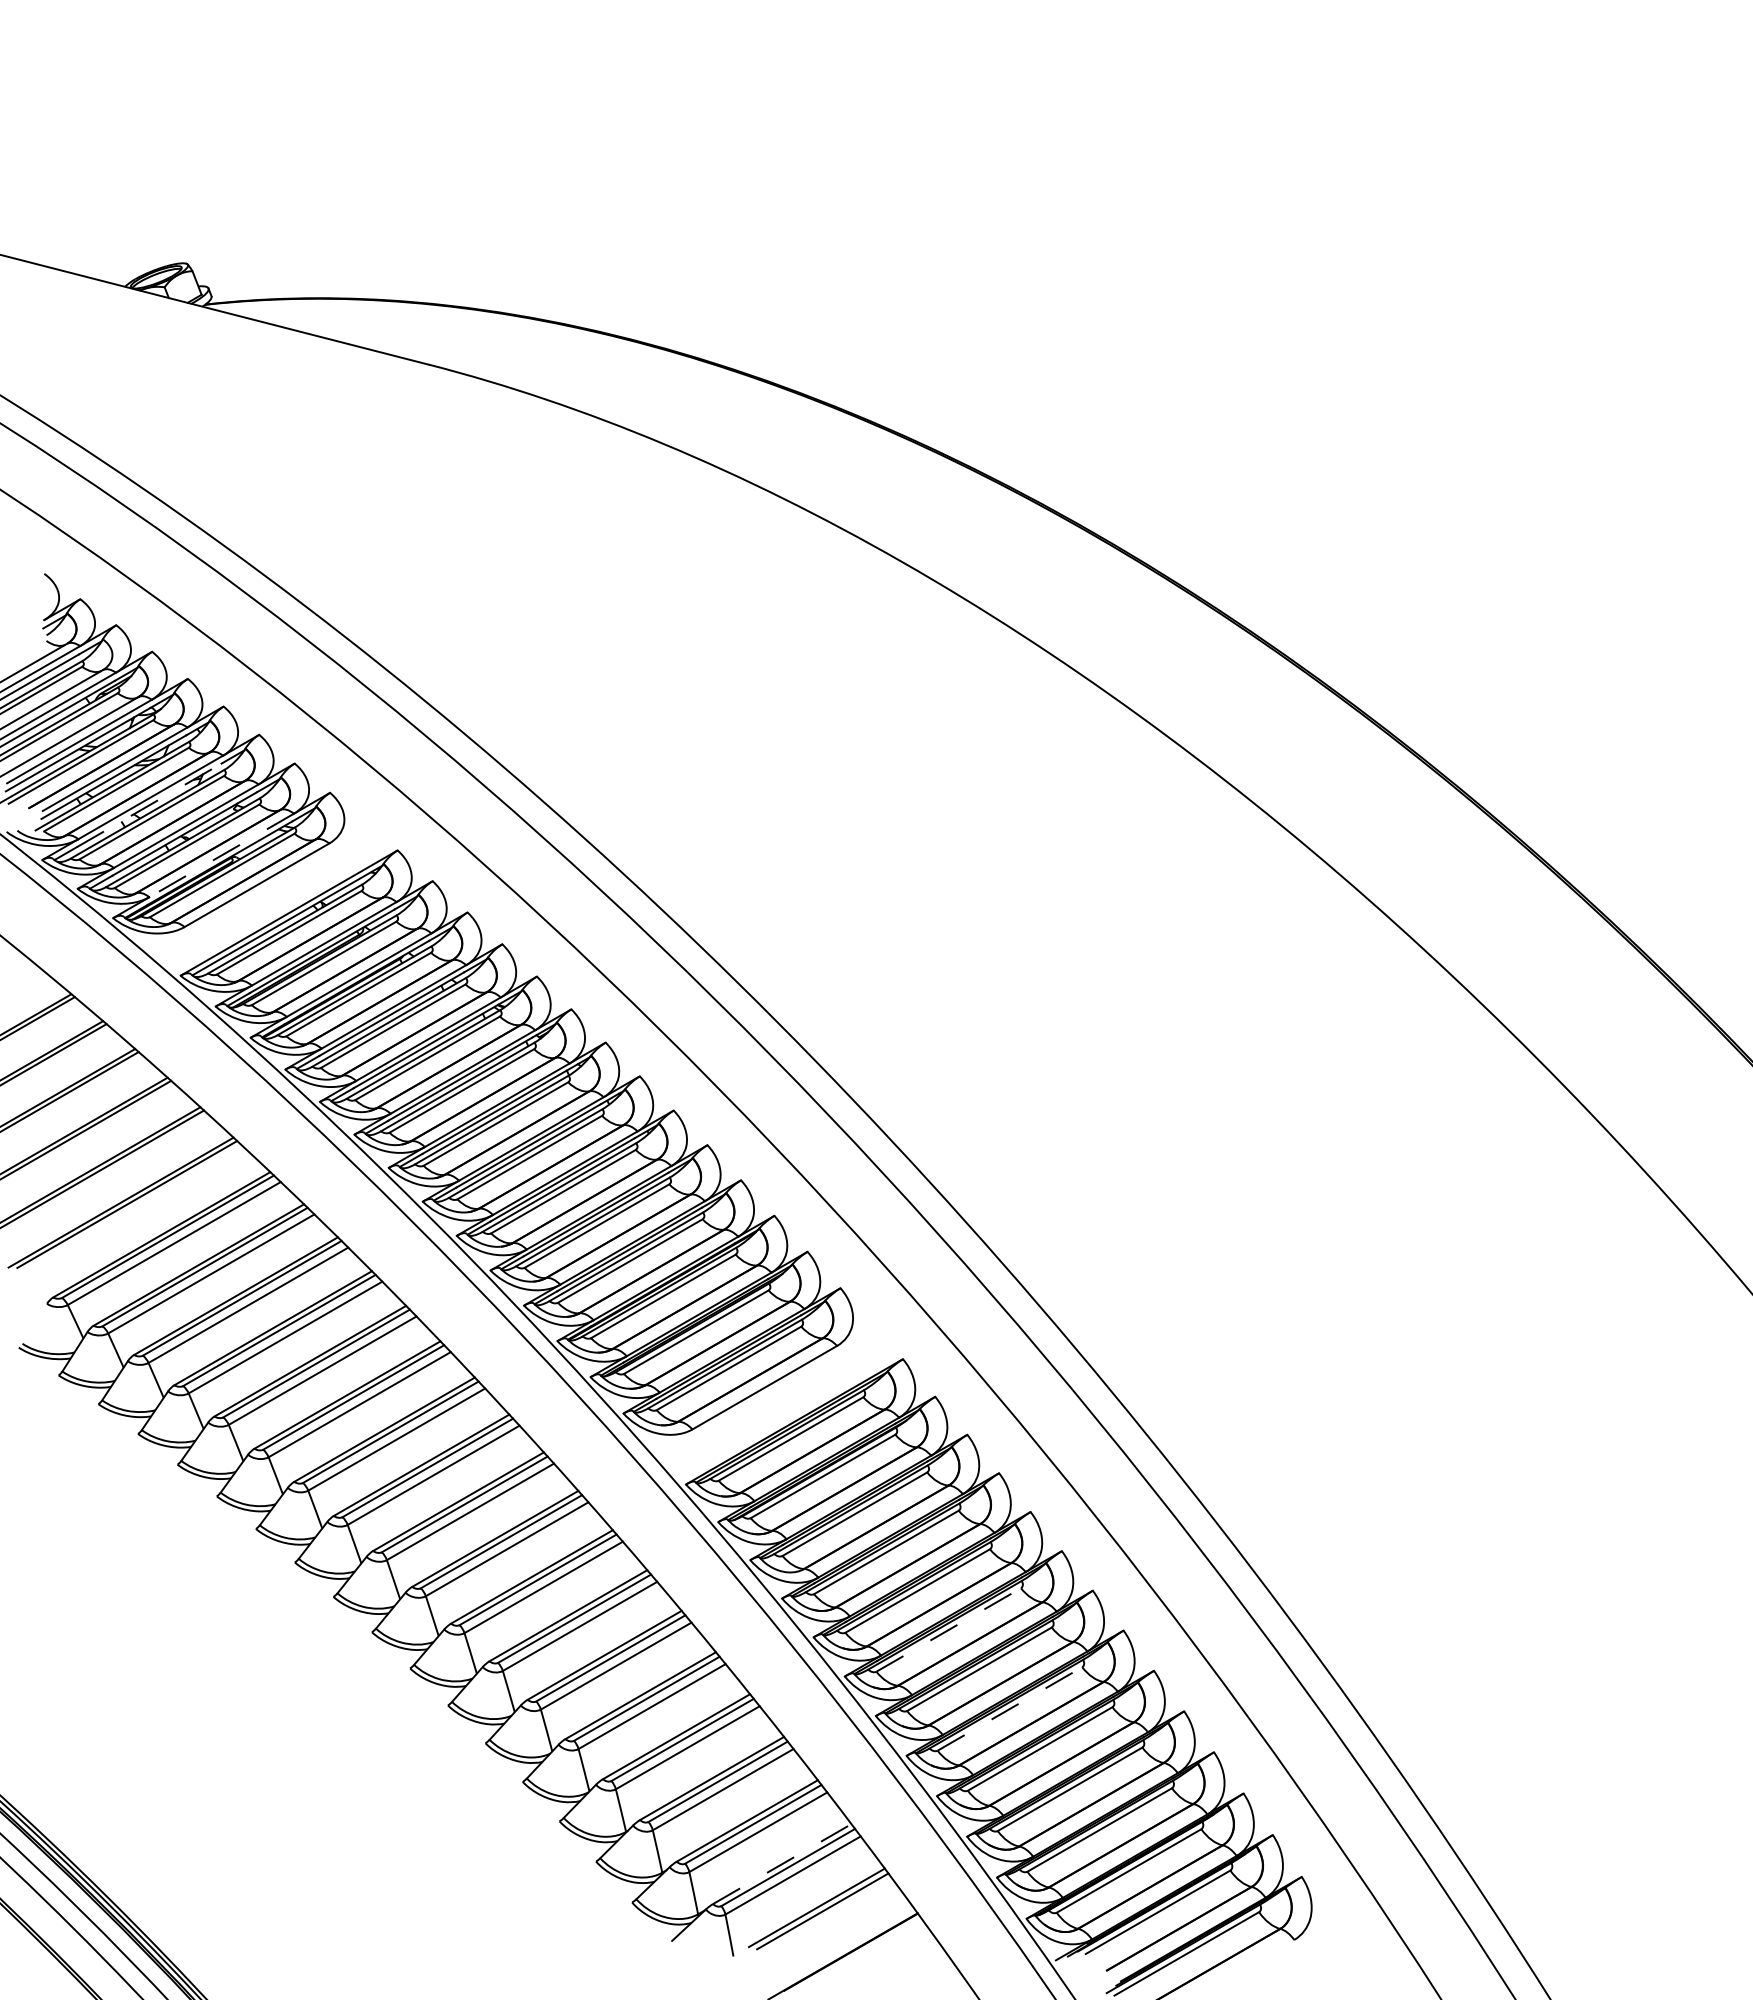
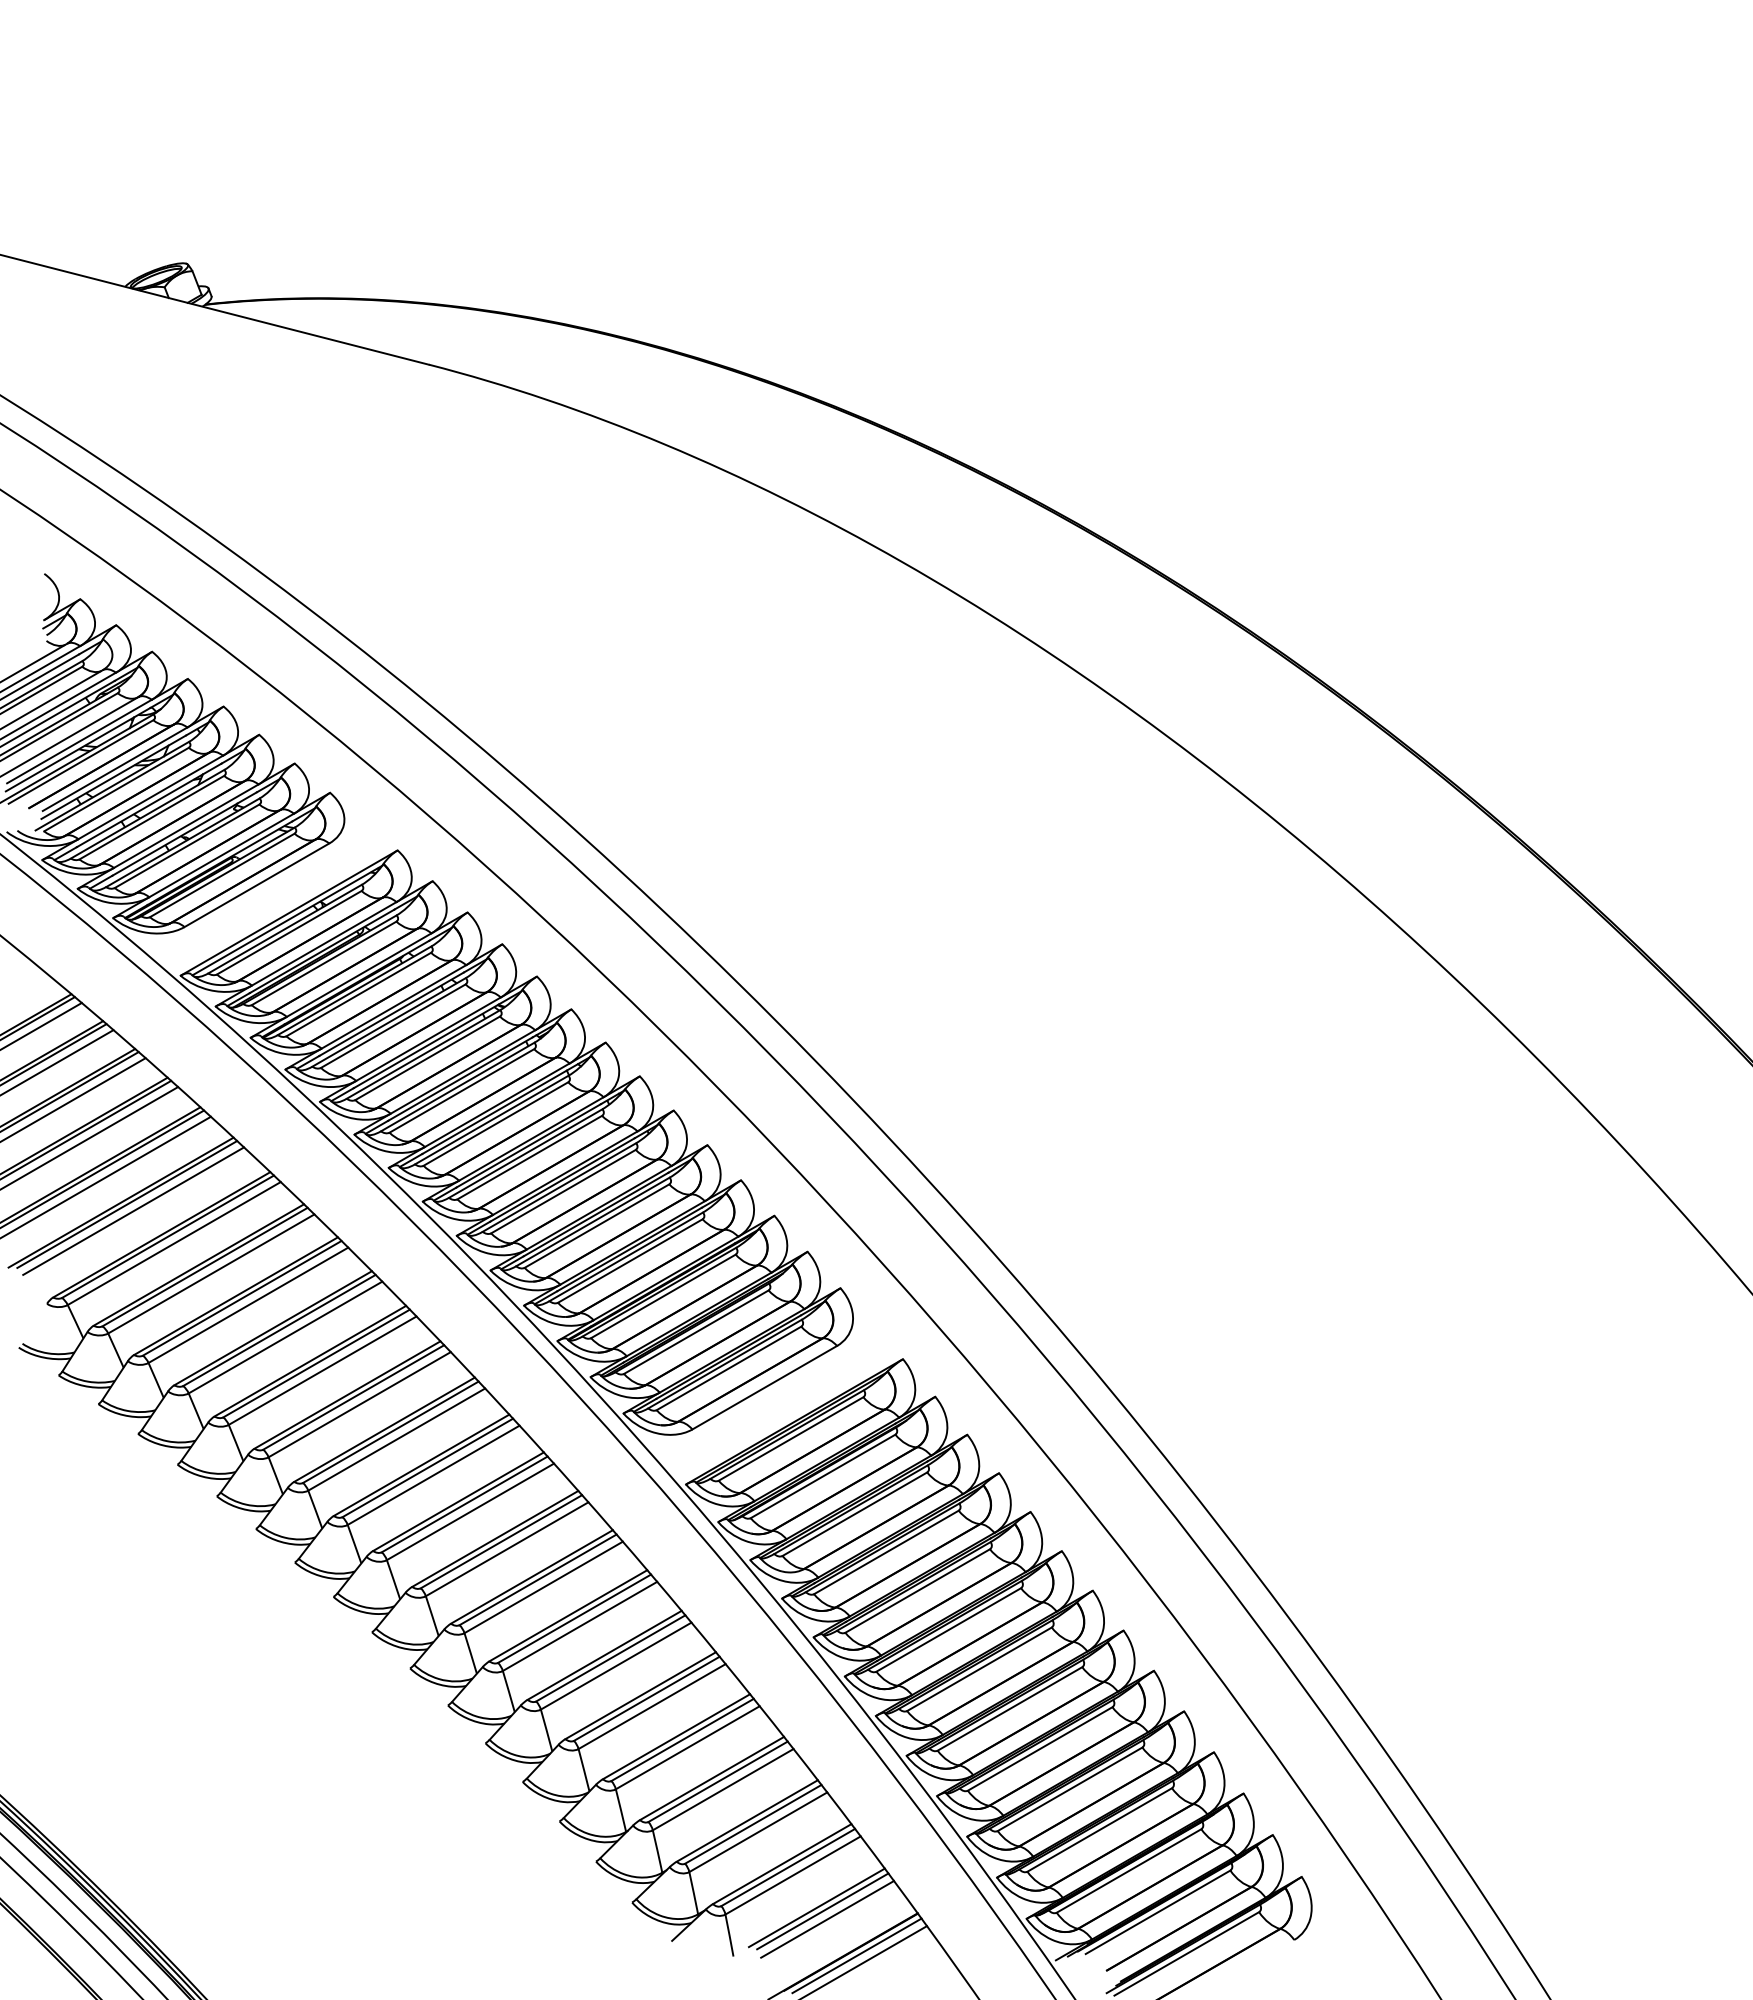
line at (149, 805): dashed -> solid
line at (221, 855): dashed -> solid
line at (41, 1025): none -> present
line at (57, 1062): none -> present
line at (73, 1099): none -> present
line at (90, 1137): none -> present
line at (106, 1176): none -> present
line at (133, 1210): none -> present
line at (949, 1629): dashed -> solid
line at (1010, 1708): dashed -> solid
line at (782, 1864): dashed -> solid
line at (827, 1918): none -> present
line at (856, 1955): none -> present
line at (866, 1961): none -> present
